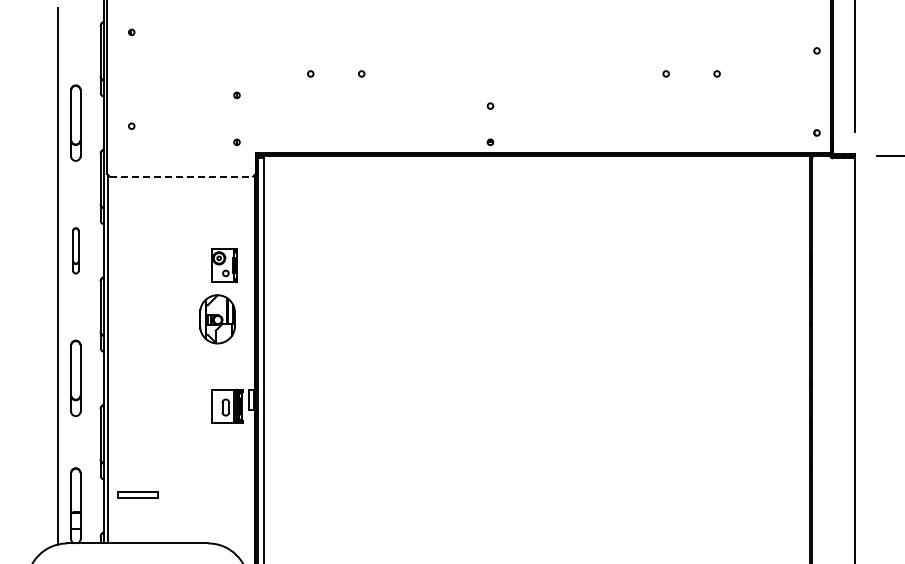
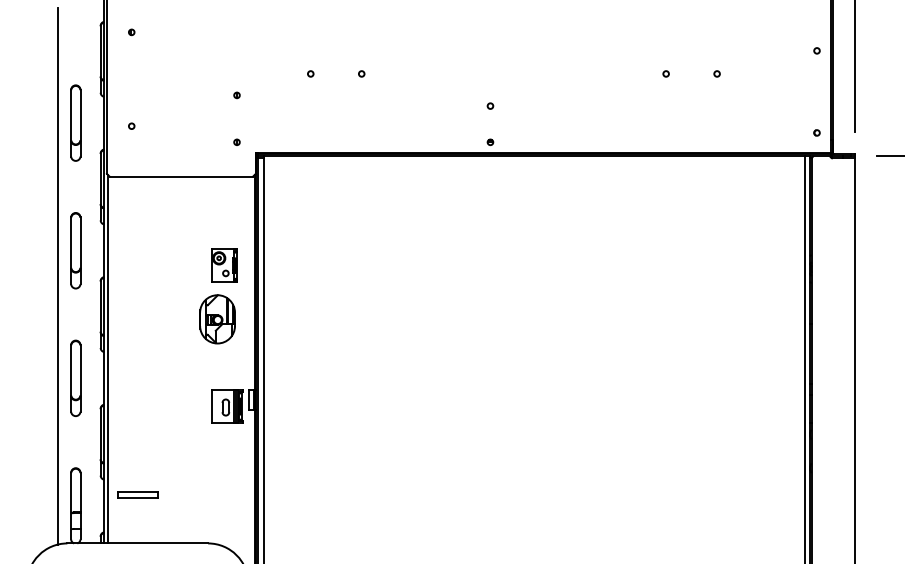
line at (181, 176): dashed -> solid
part at (75, 250) size: 8x48 px -> 12x78 px
line at (804, 358): none -> present
